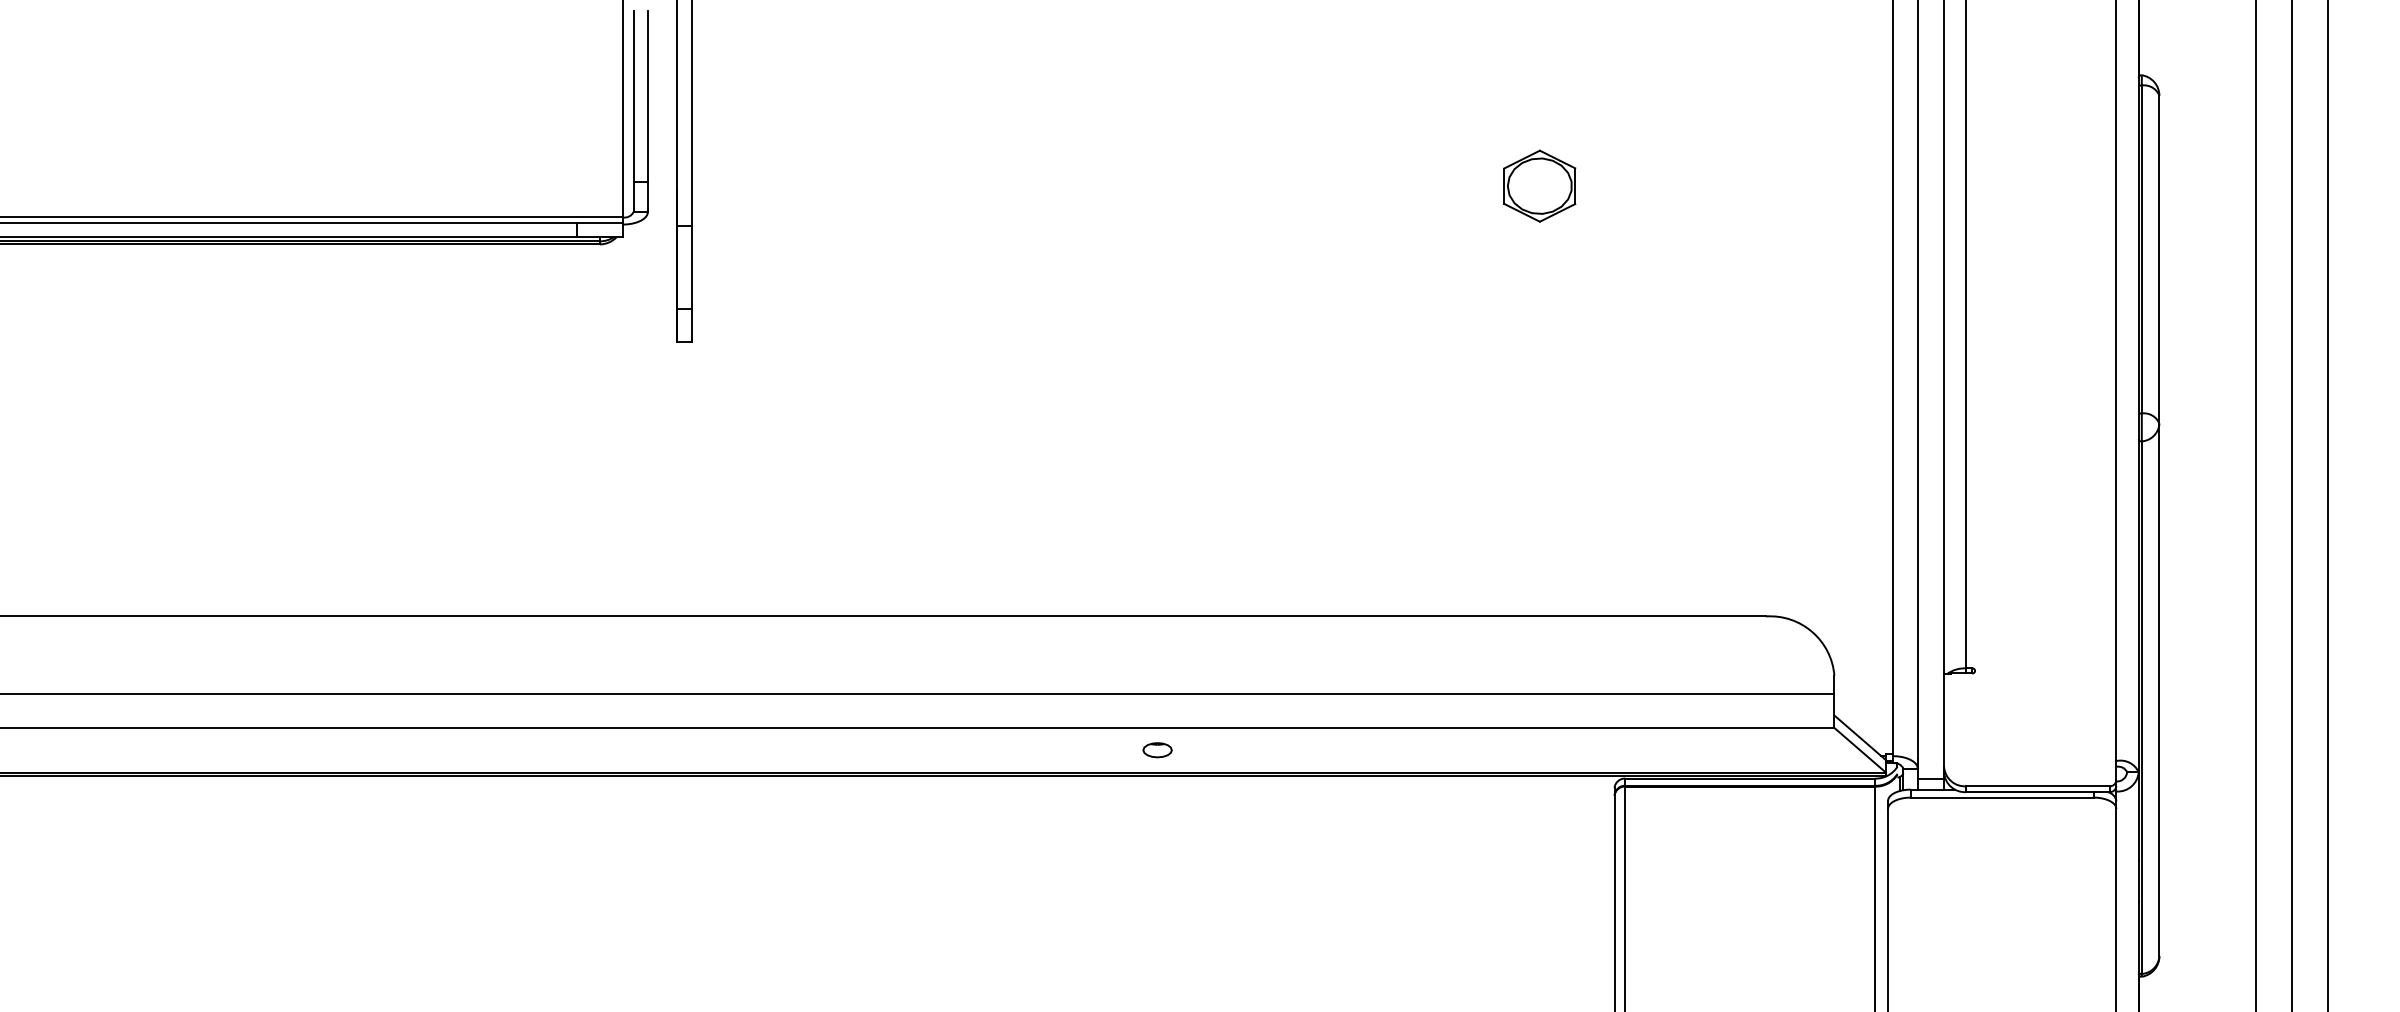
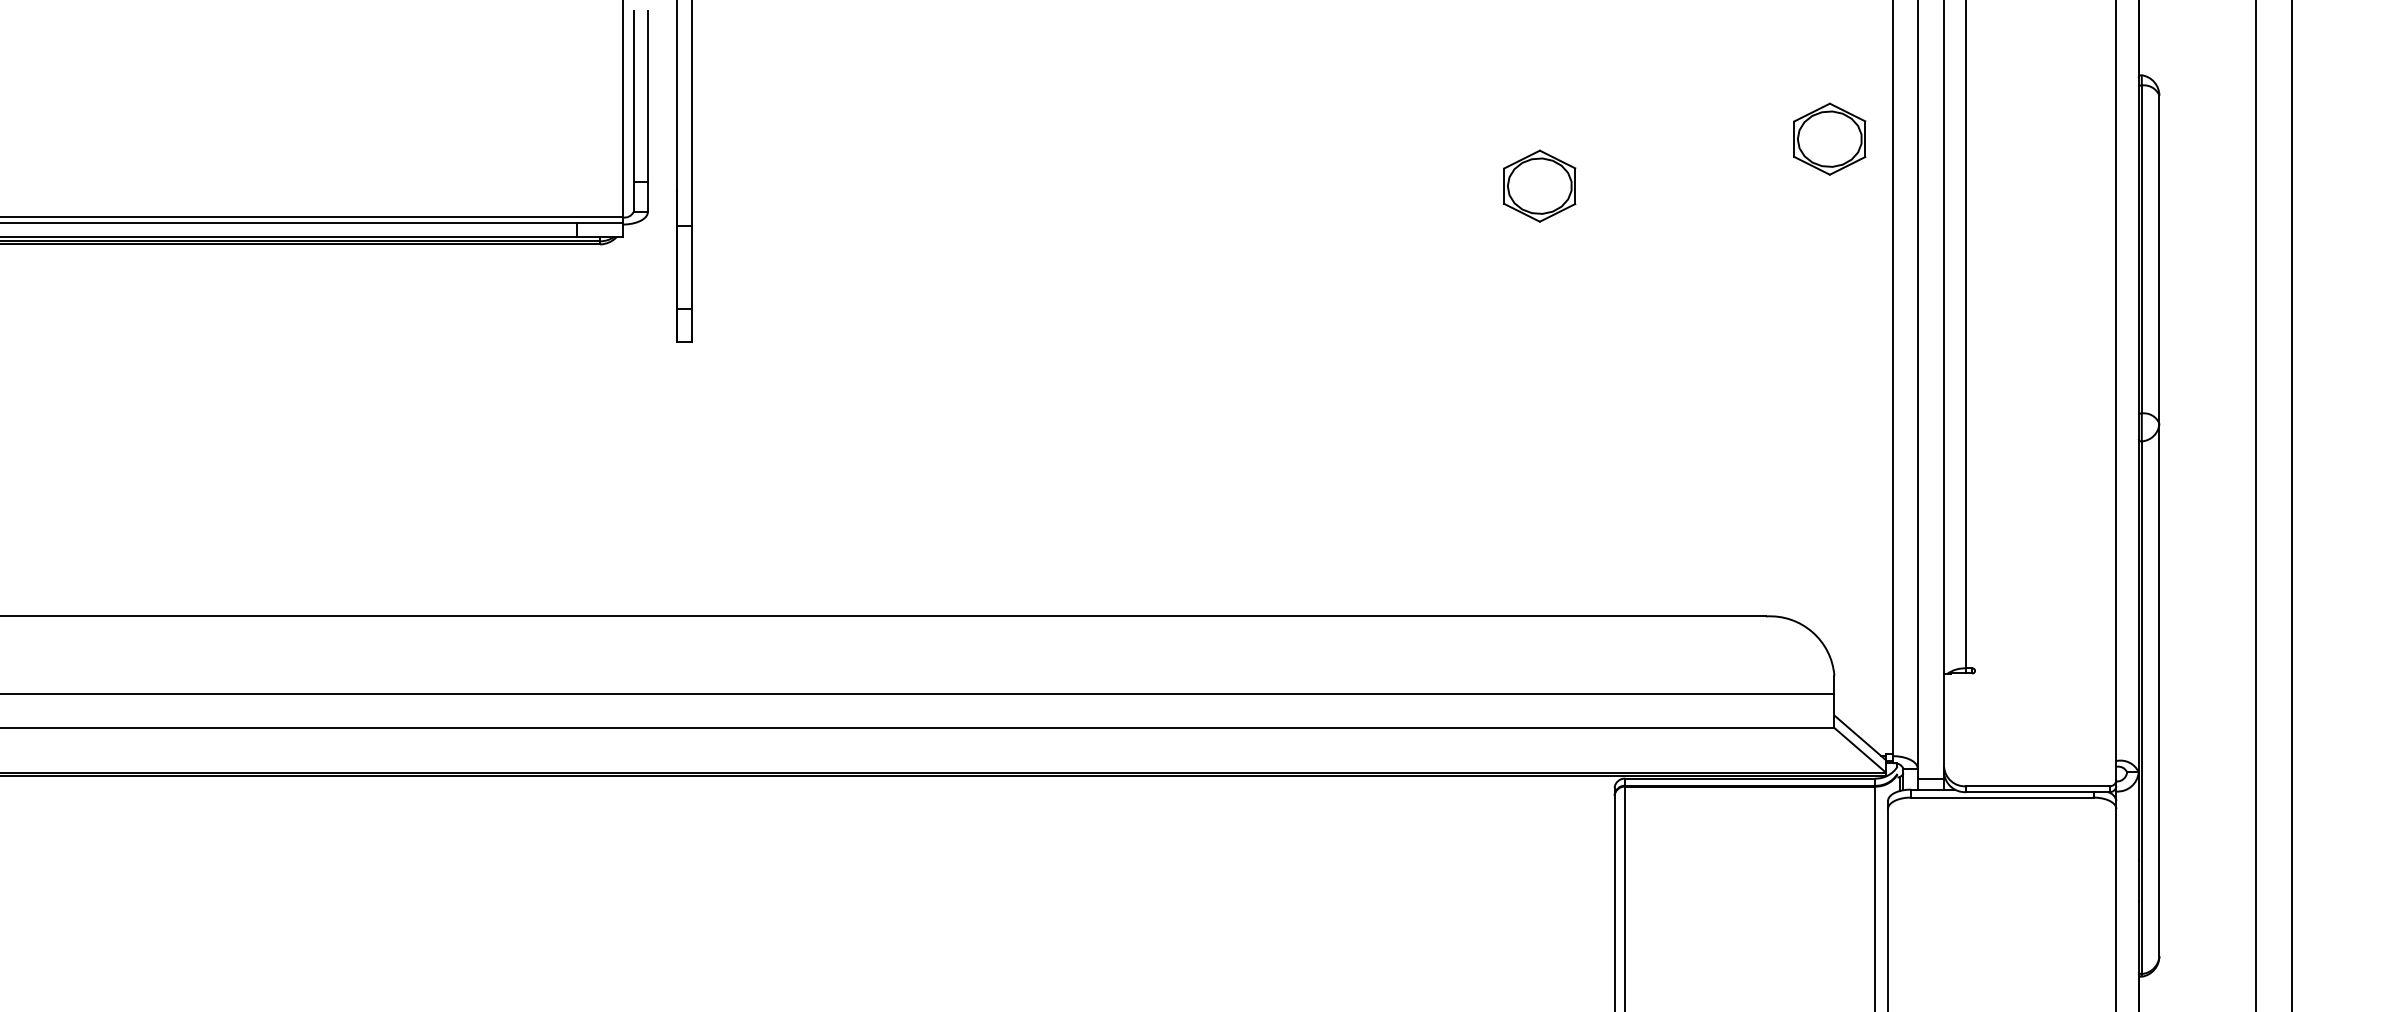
part at (1829, 138): none -> present
line at (2327, 505): present -> none
part at (1157, 750): present -> none
